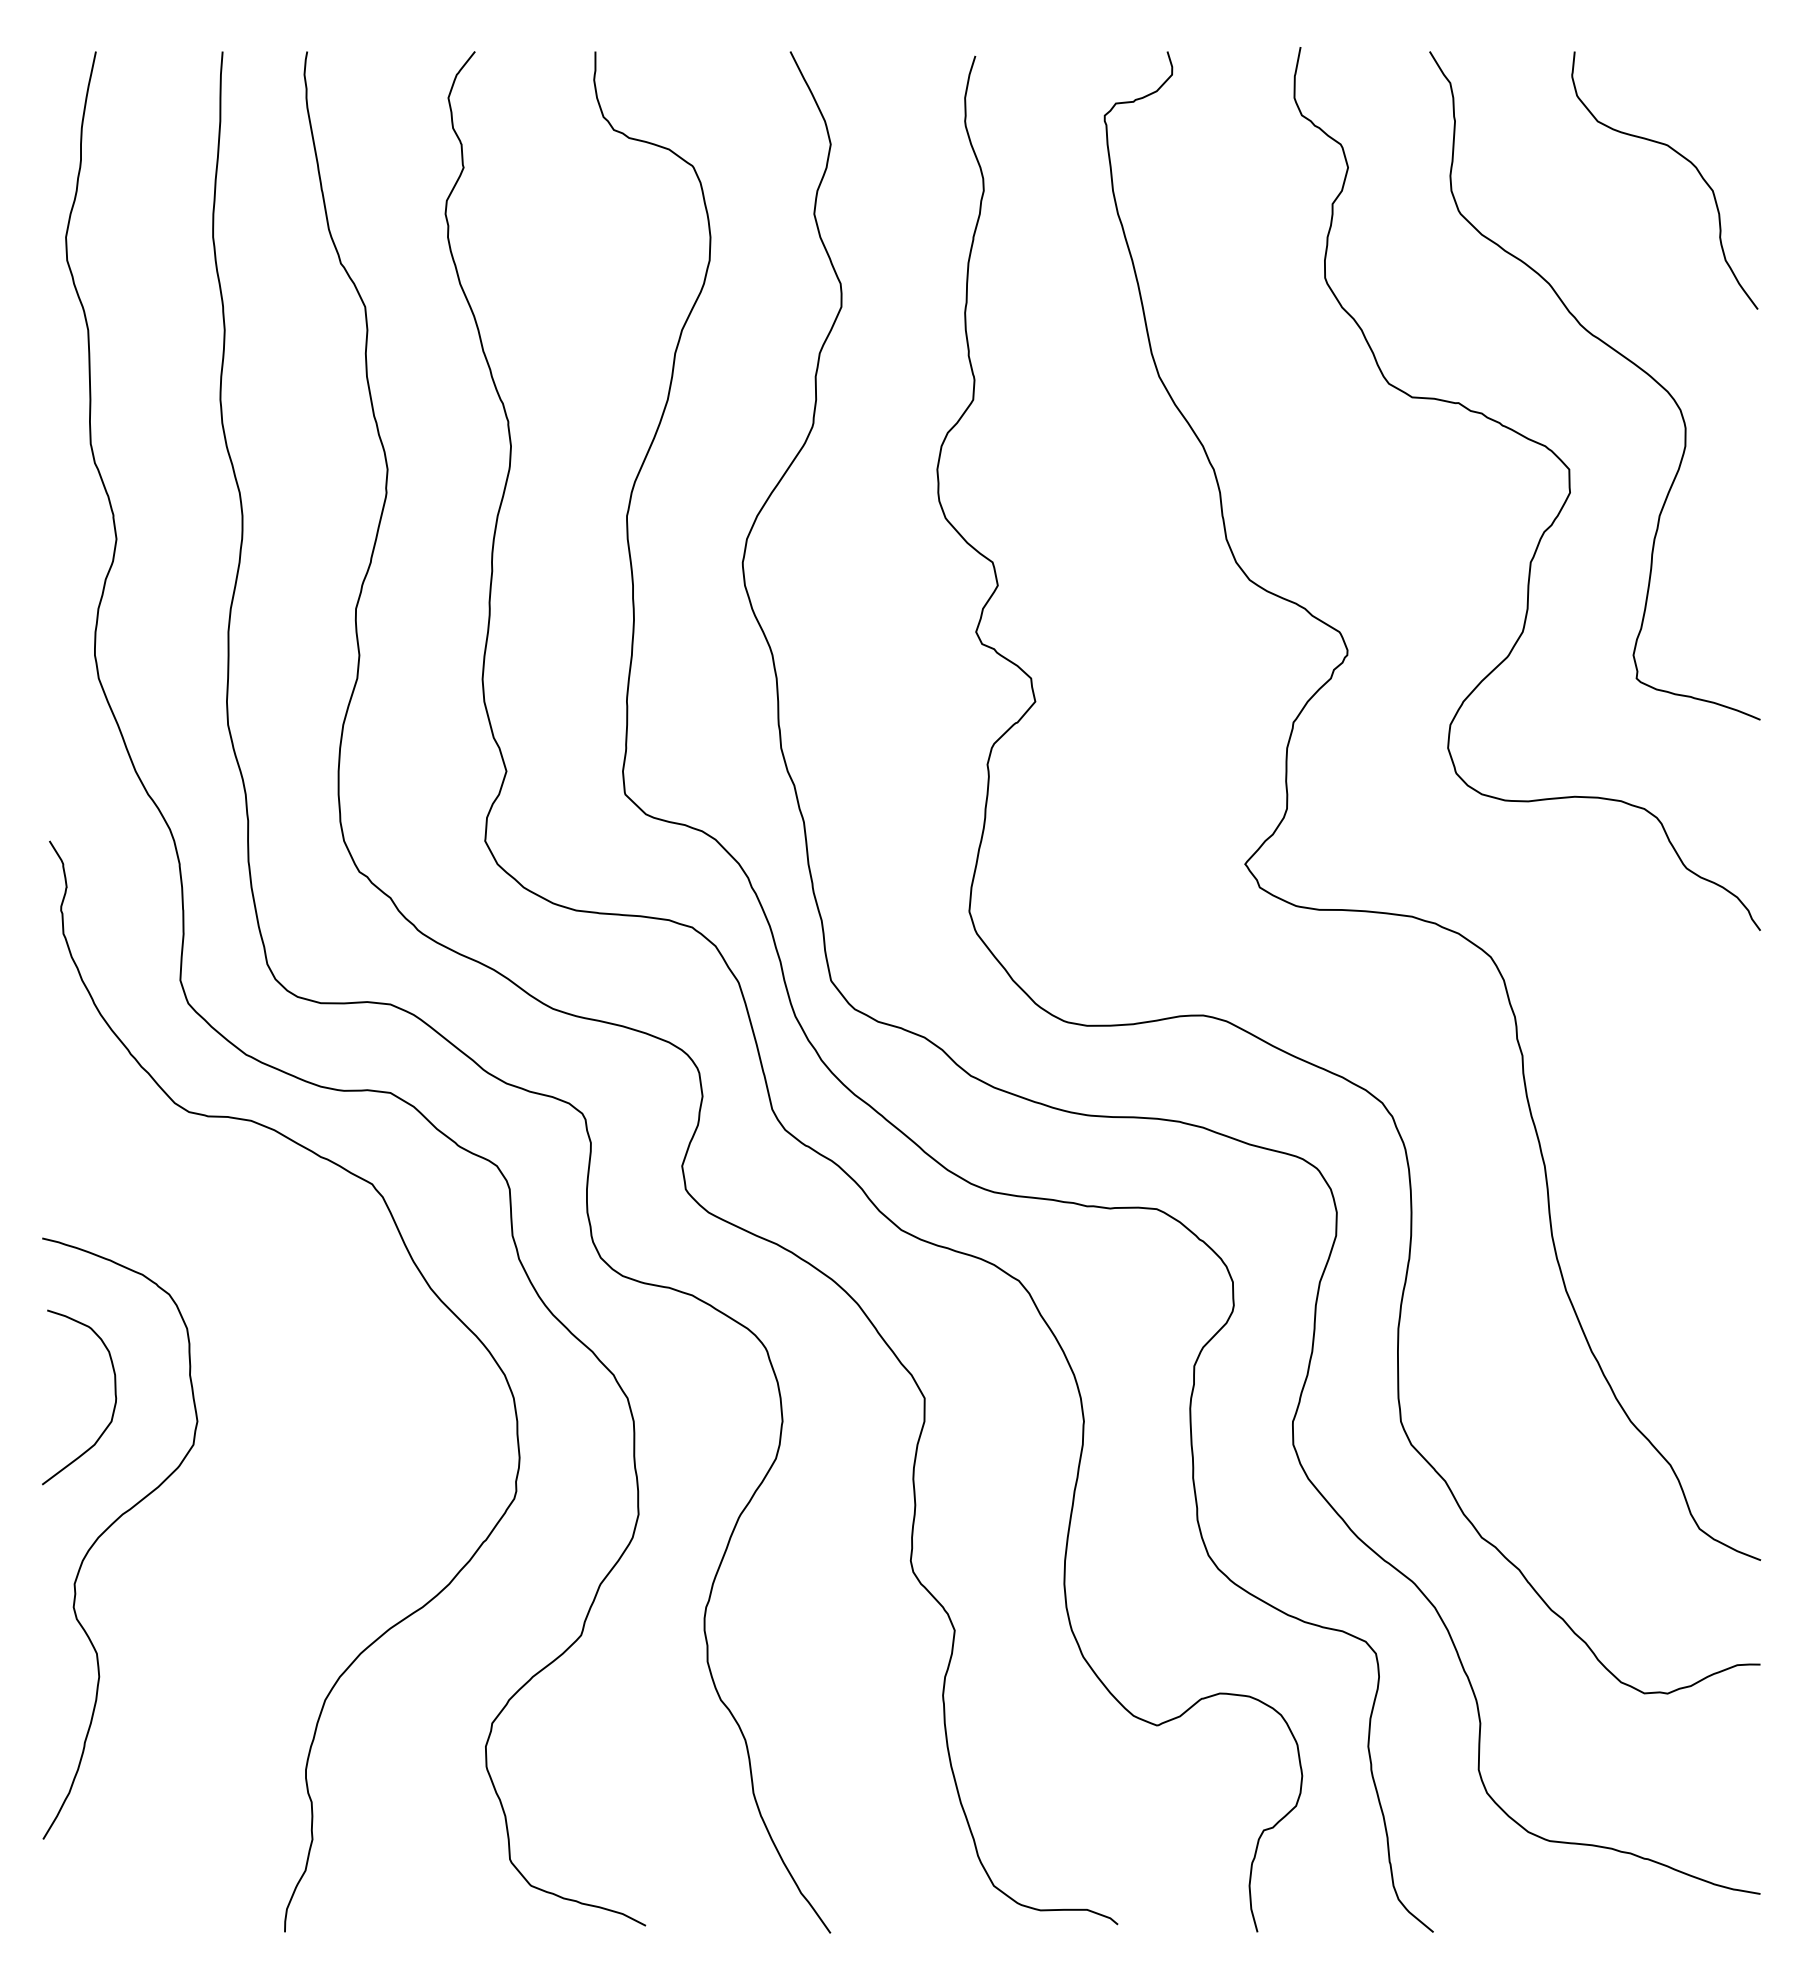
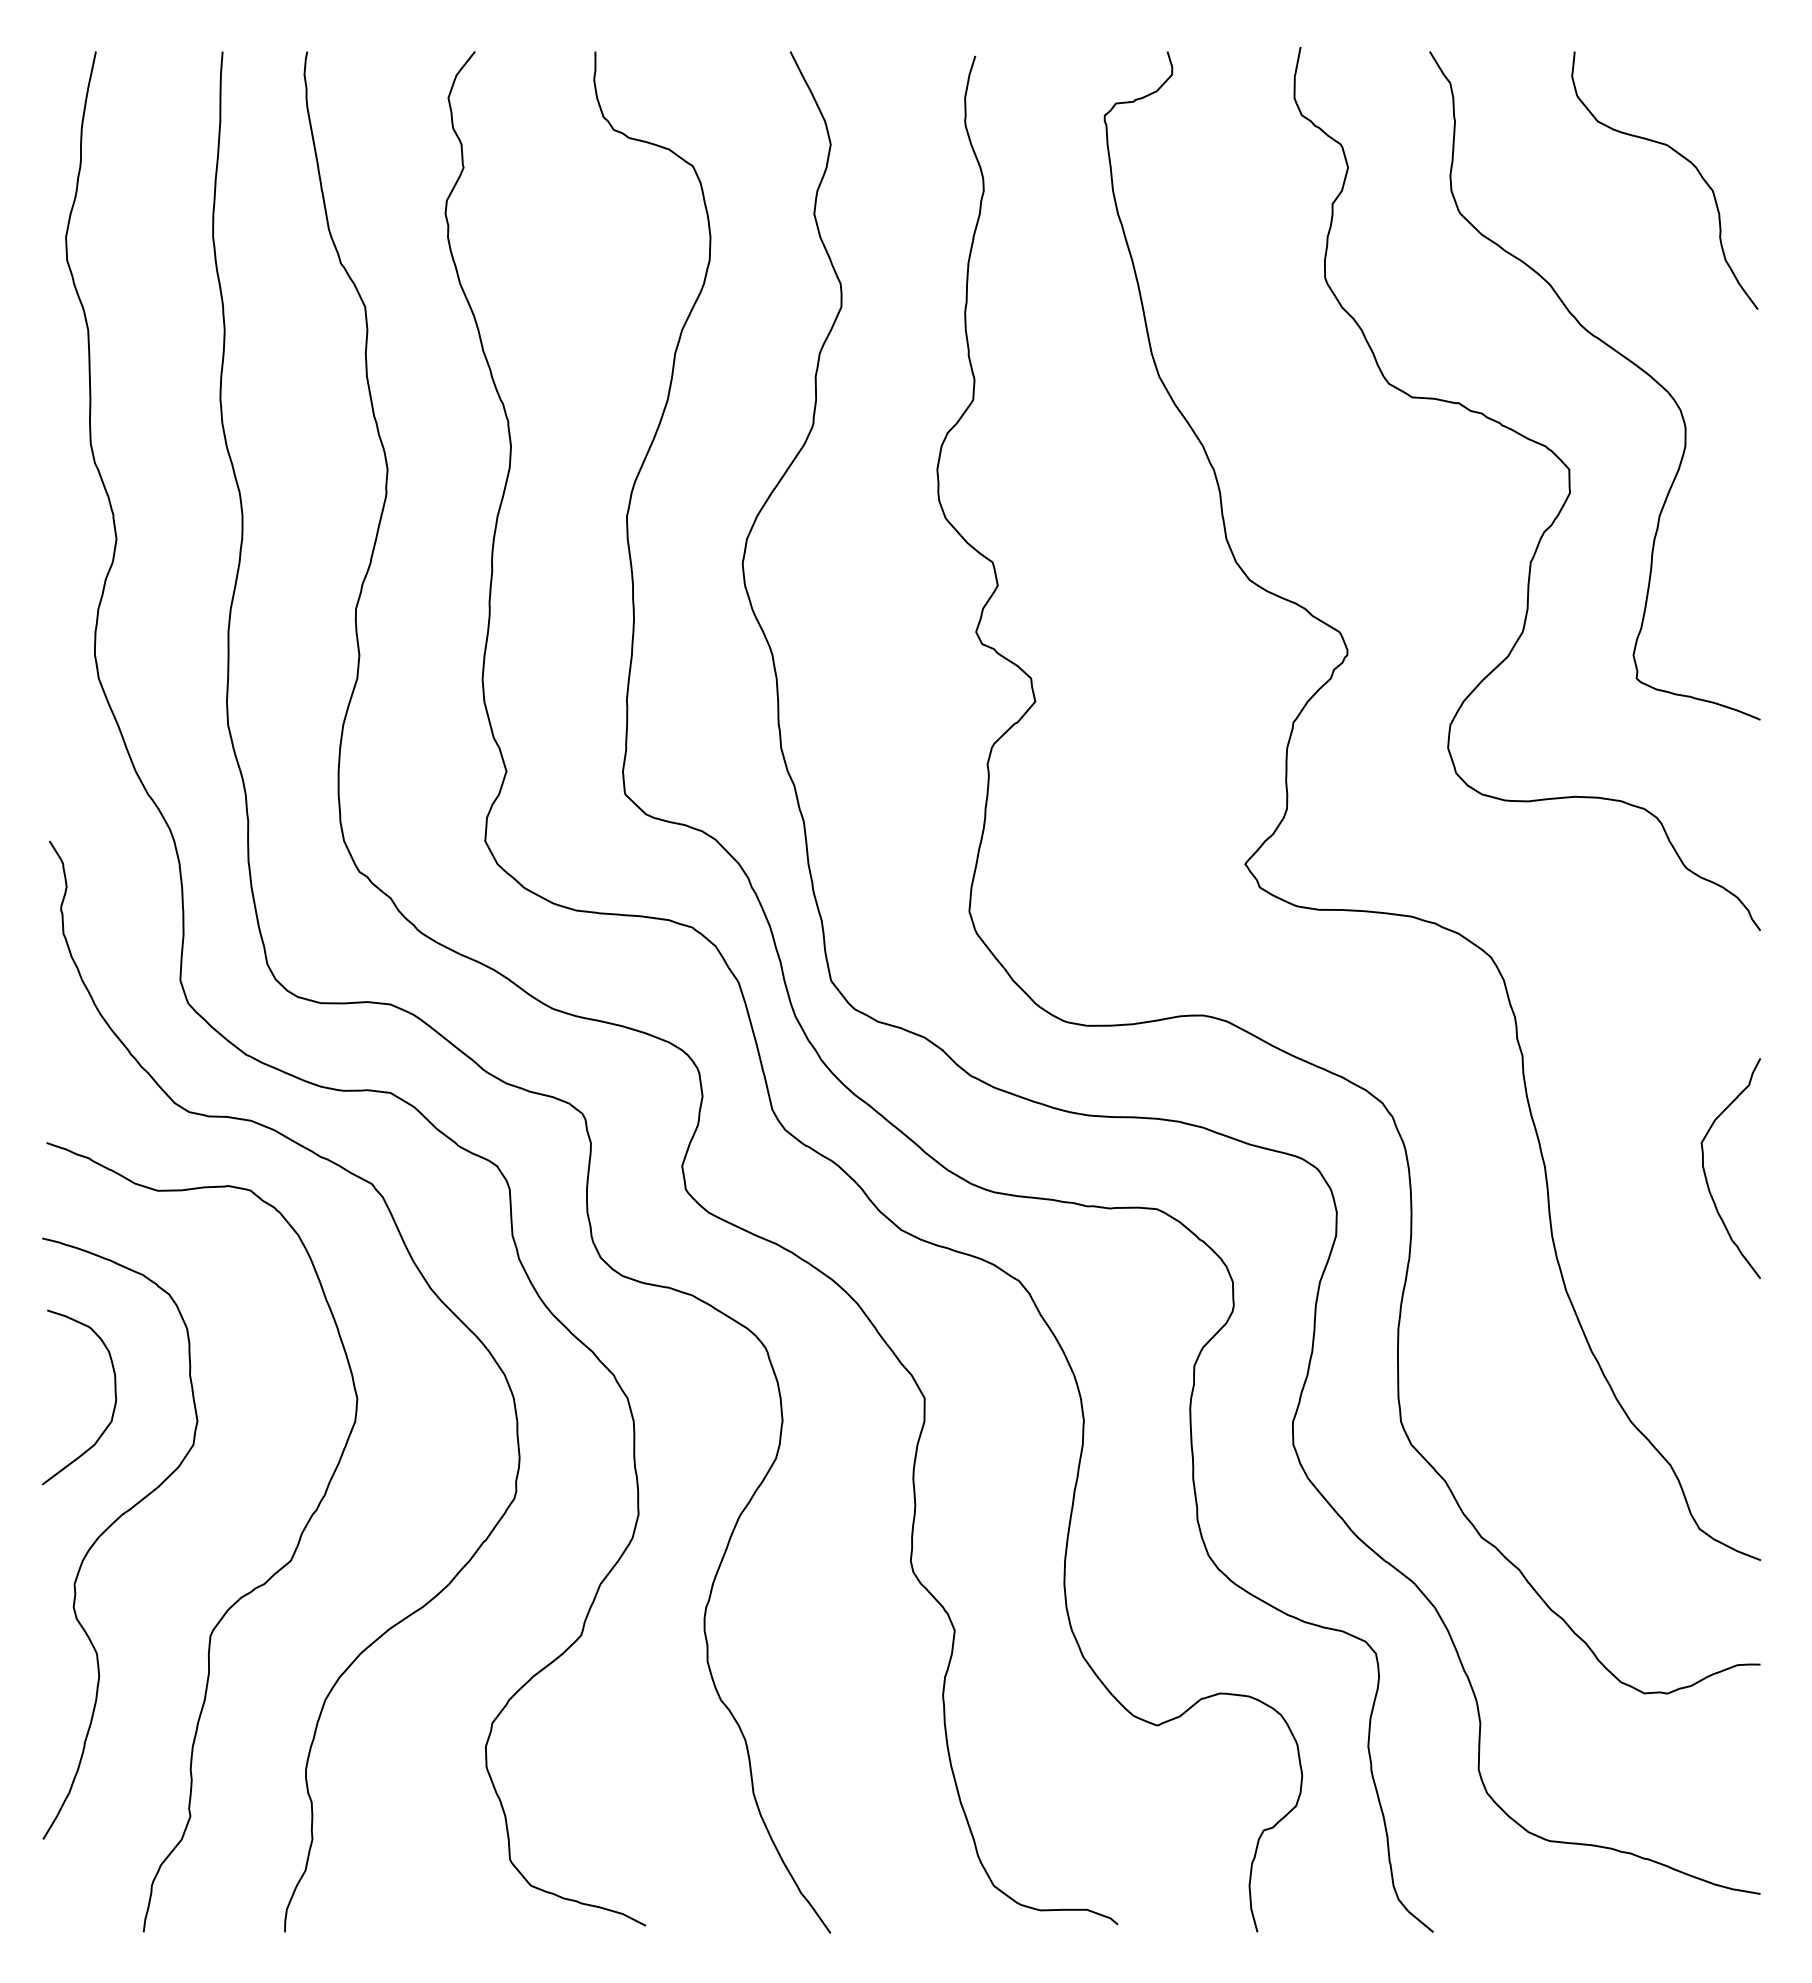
curve at (1706, 1175): none -> present
curve at (242, 1595): none -> present
